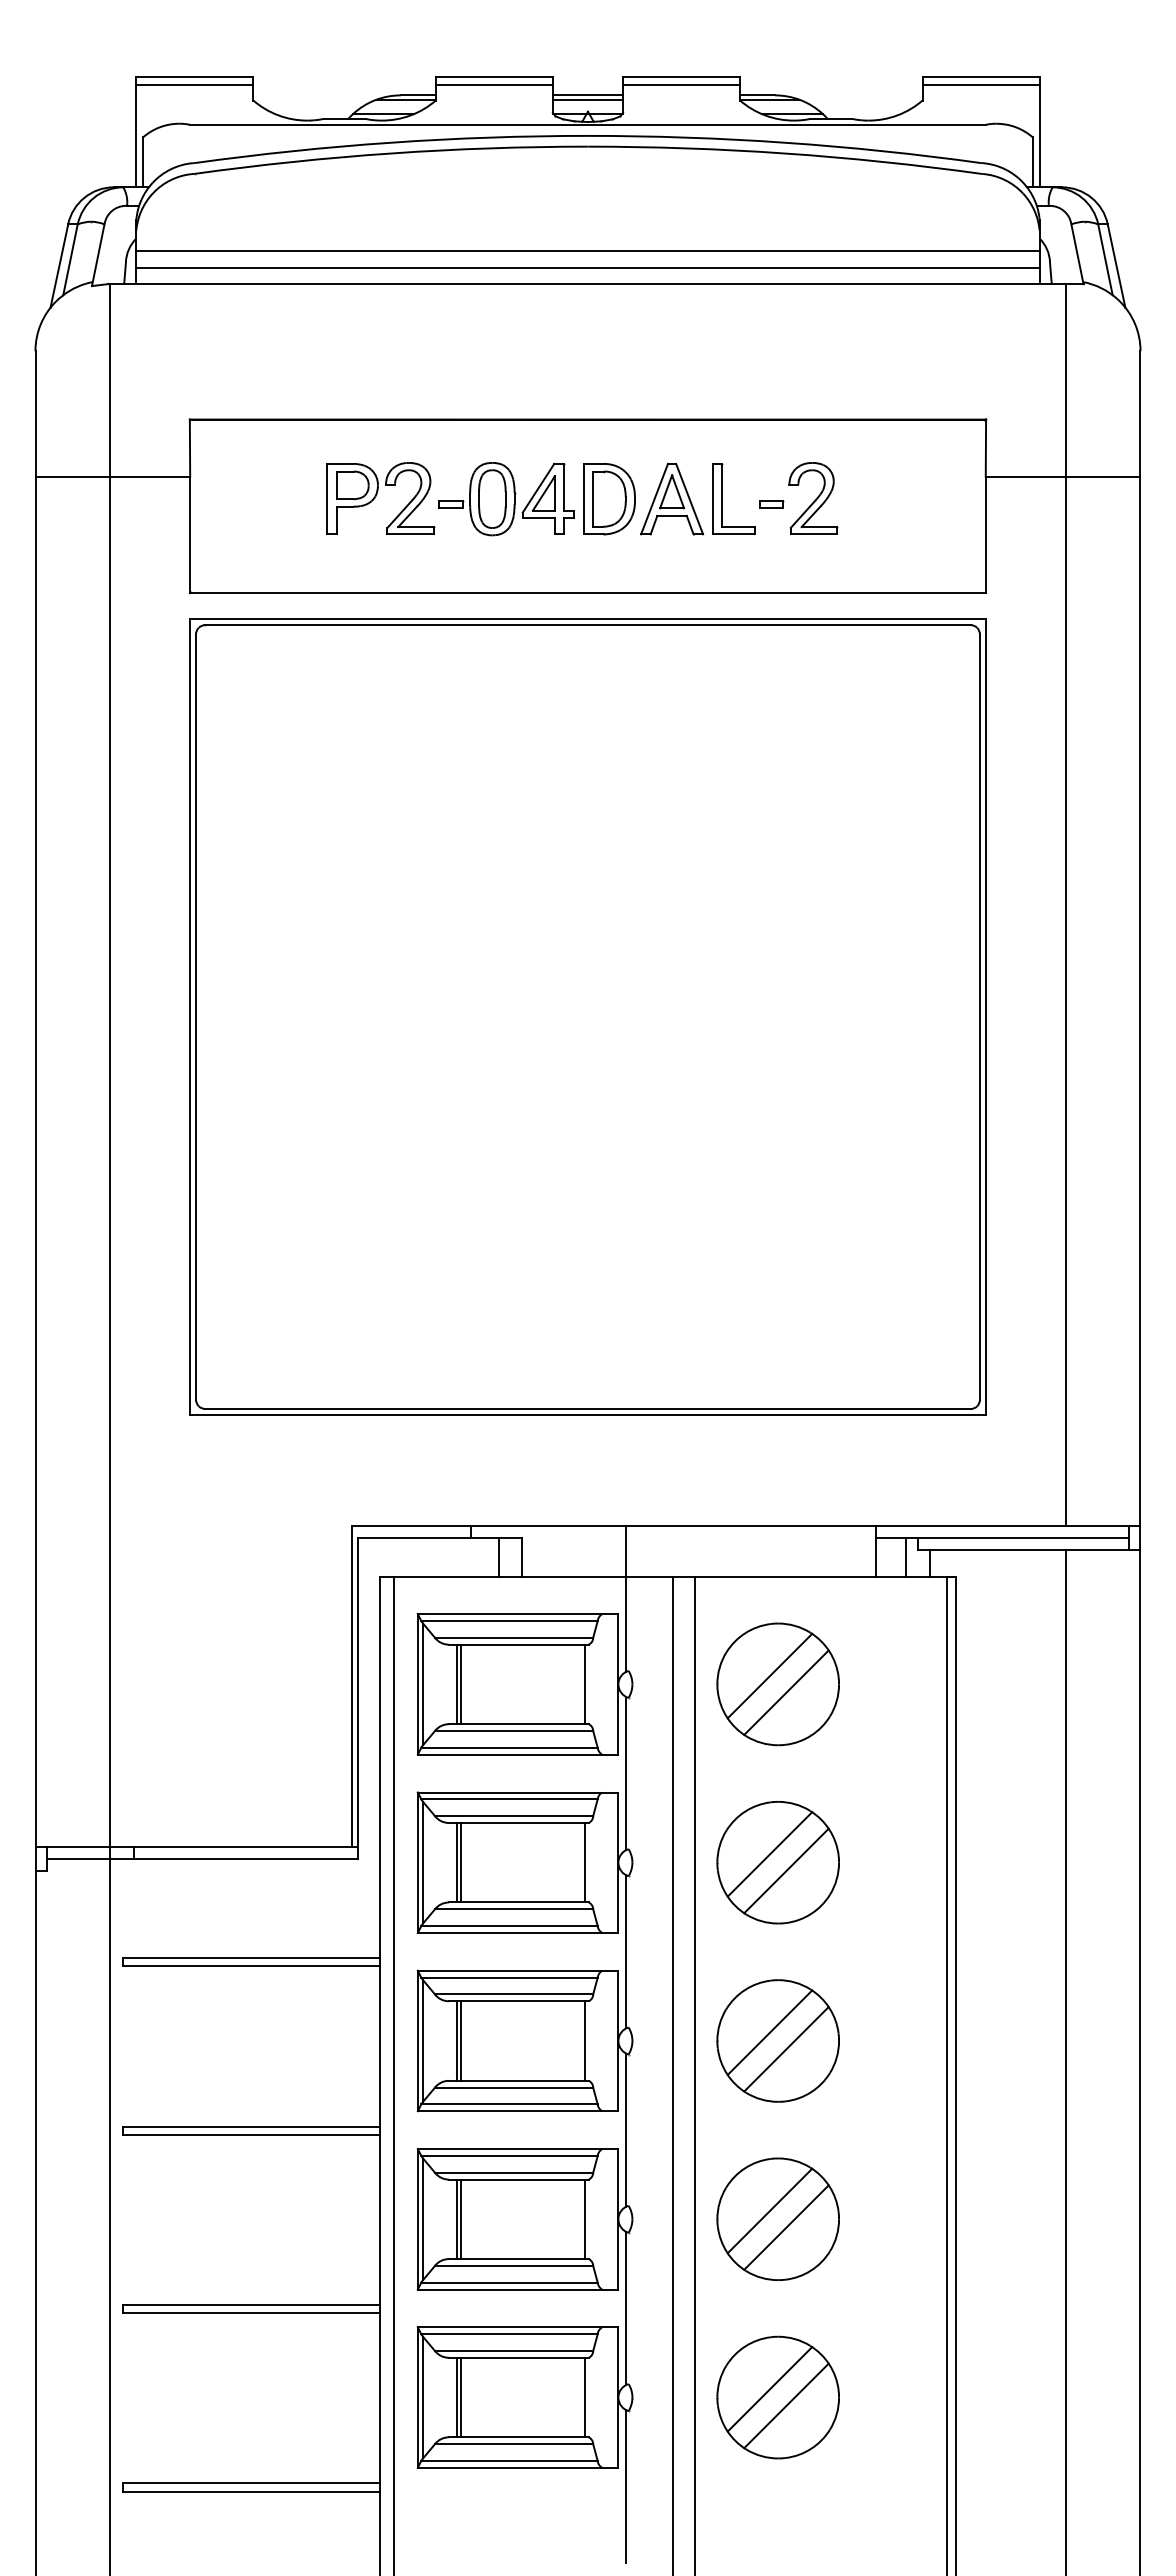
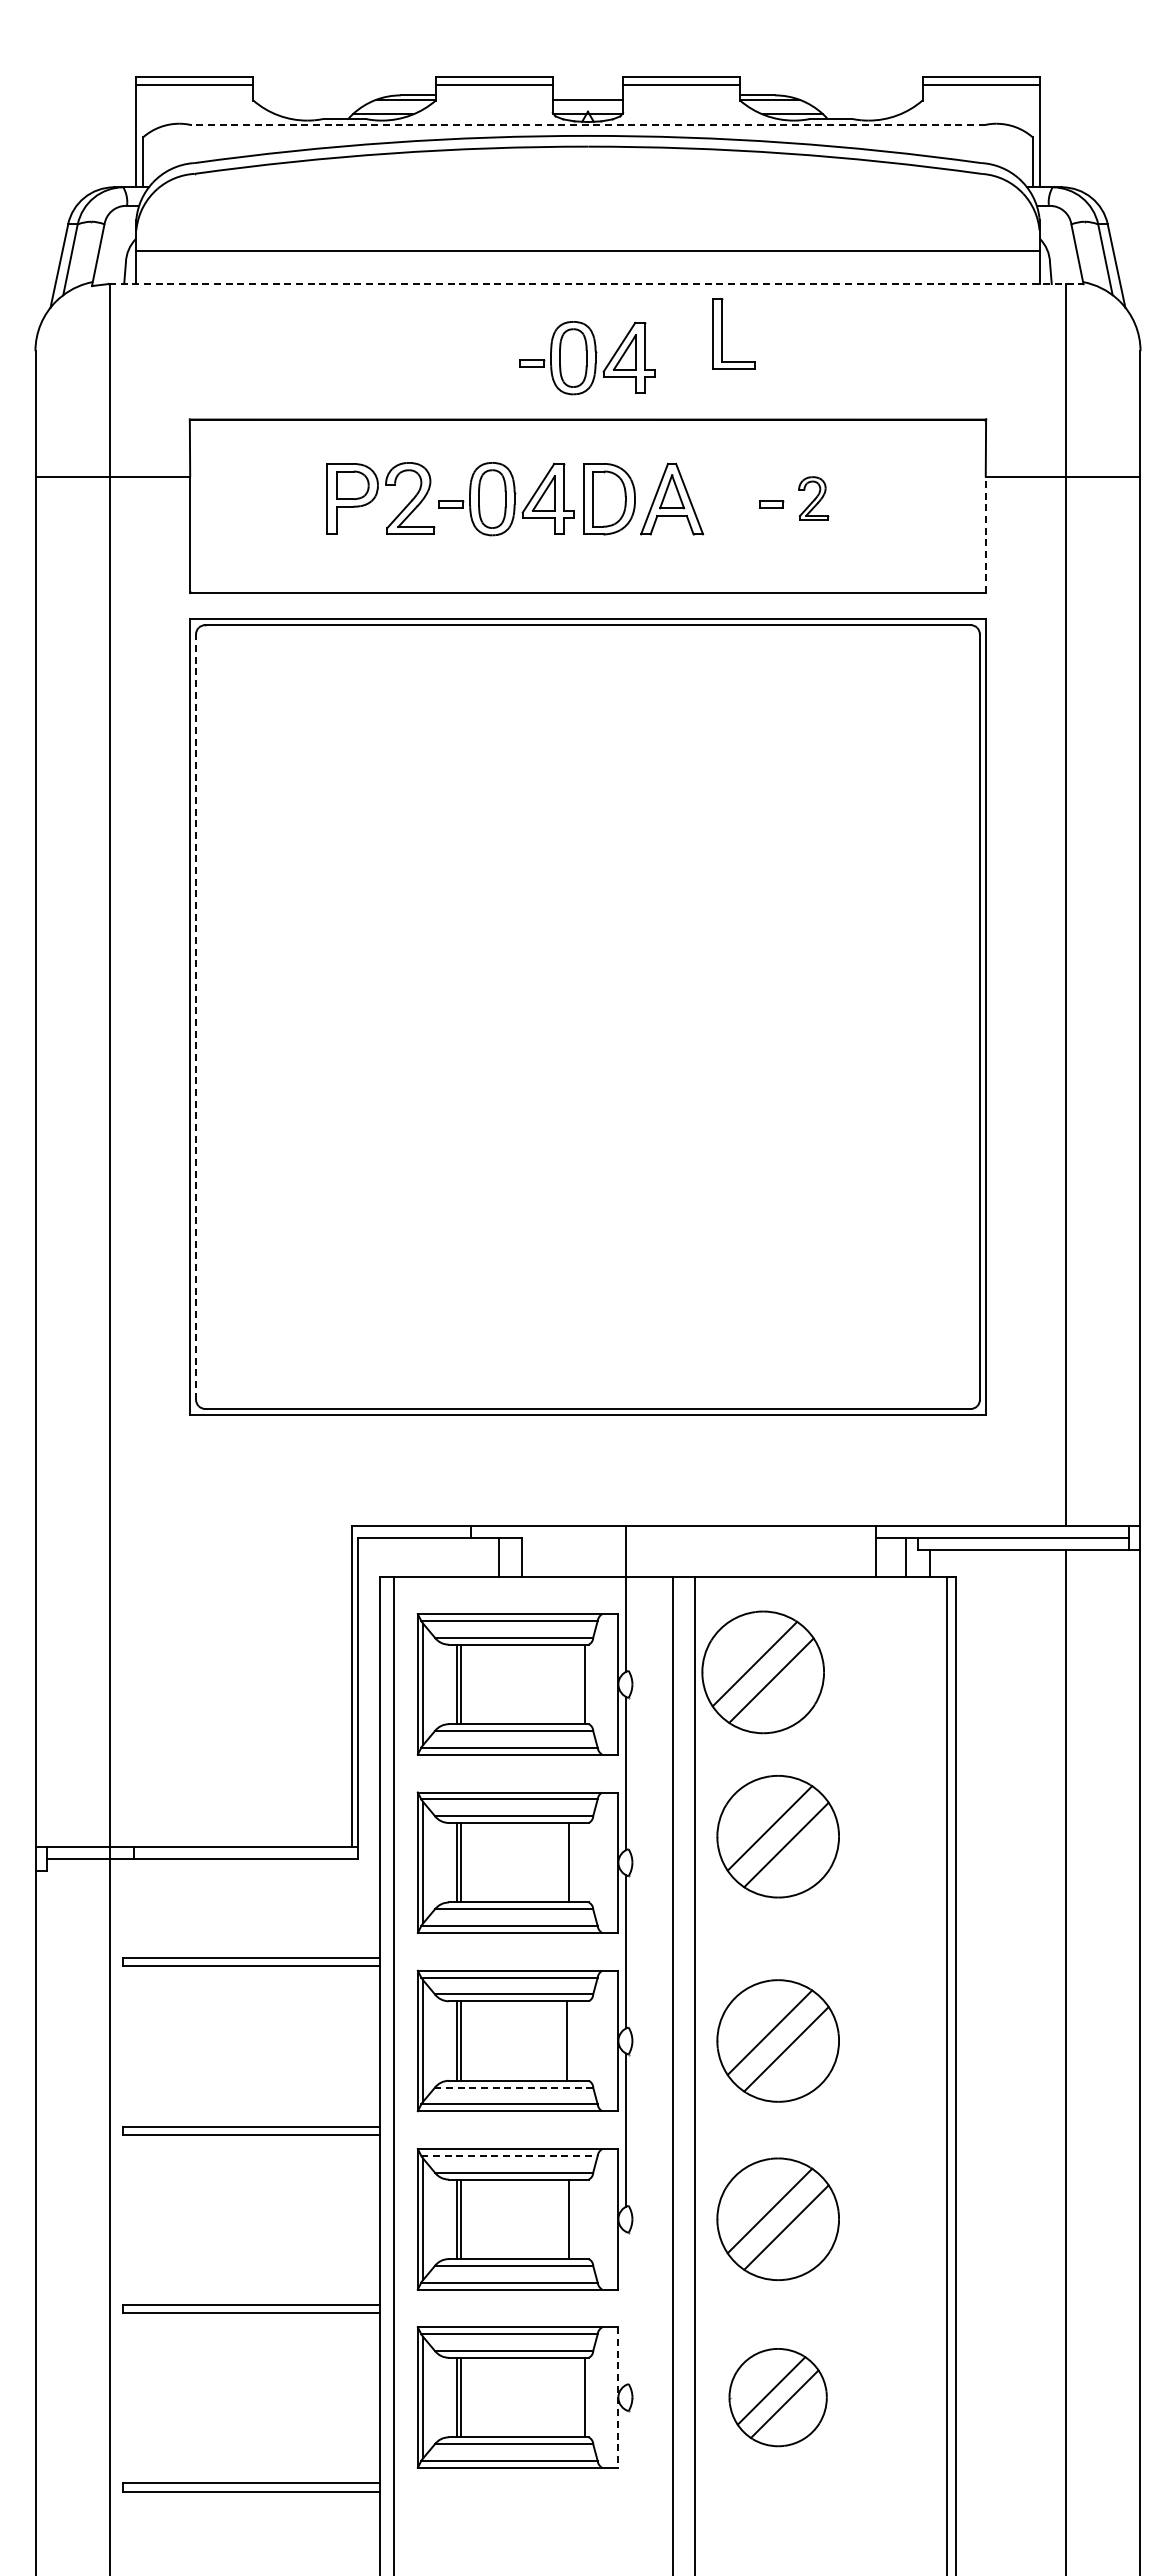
line at (587, 95): present -> none
line at (587, 124): solid -> dashed
line at (587, 268): present -> none
line at (596, 284): solid -> dashed
part at (587, 358): none -> present
part at (722, 498) position: (722, 498) -> (722, 333)
part at (813, 498) size: 51x73 px -> 32x45 px
line at (985, 534): solid -> dashed
line at (196, 1017): solid -> dashed
part at (777, 1684) position: (777, 1684) -> (762, 1672)
line at (584, 1862) position: (584, 1862) -> (568, 1862)
part at (777, 1862) position: (777, 1862) -> (777, 1836)
line at (584, 2040) position: (584, 2040) -> (566, 2040)
line at (513, 2087): solid -> dashed
line at (510, 2155): solid -> dashed
line at (584, 2219) position: (584, 2219) -> (568, 2219)
line at (626, 2308): present -> none
part at (777, 2397) size: 124x125 px -> 100x100 px
line at (618, 2398): solid -> dashed
line at (626, 2486): present -> none
